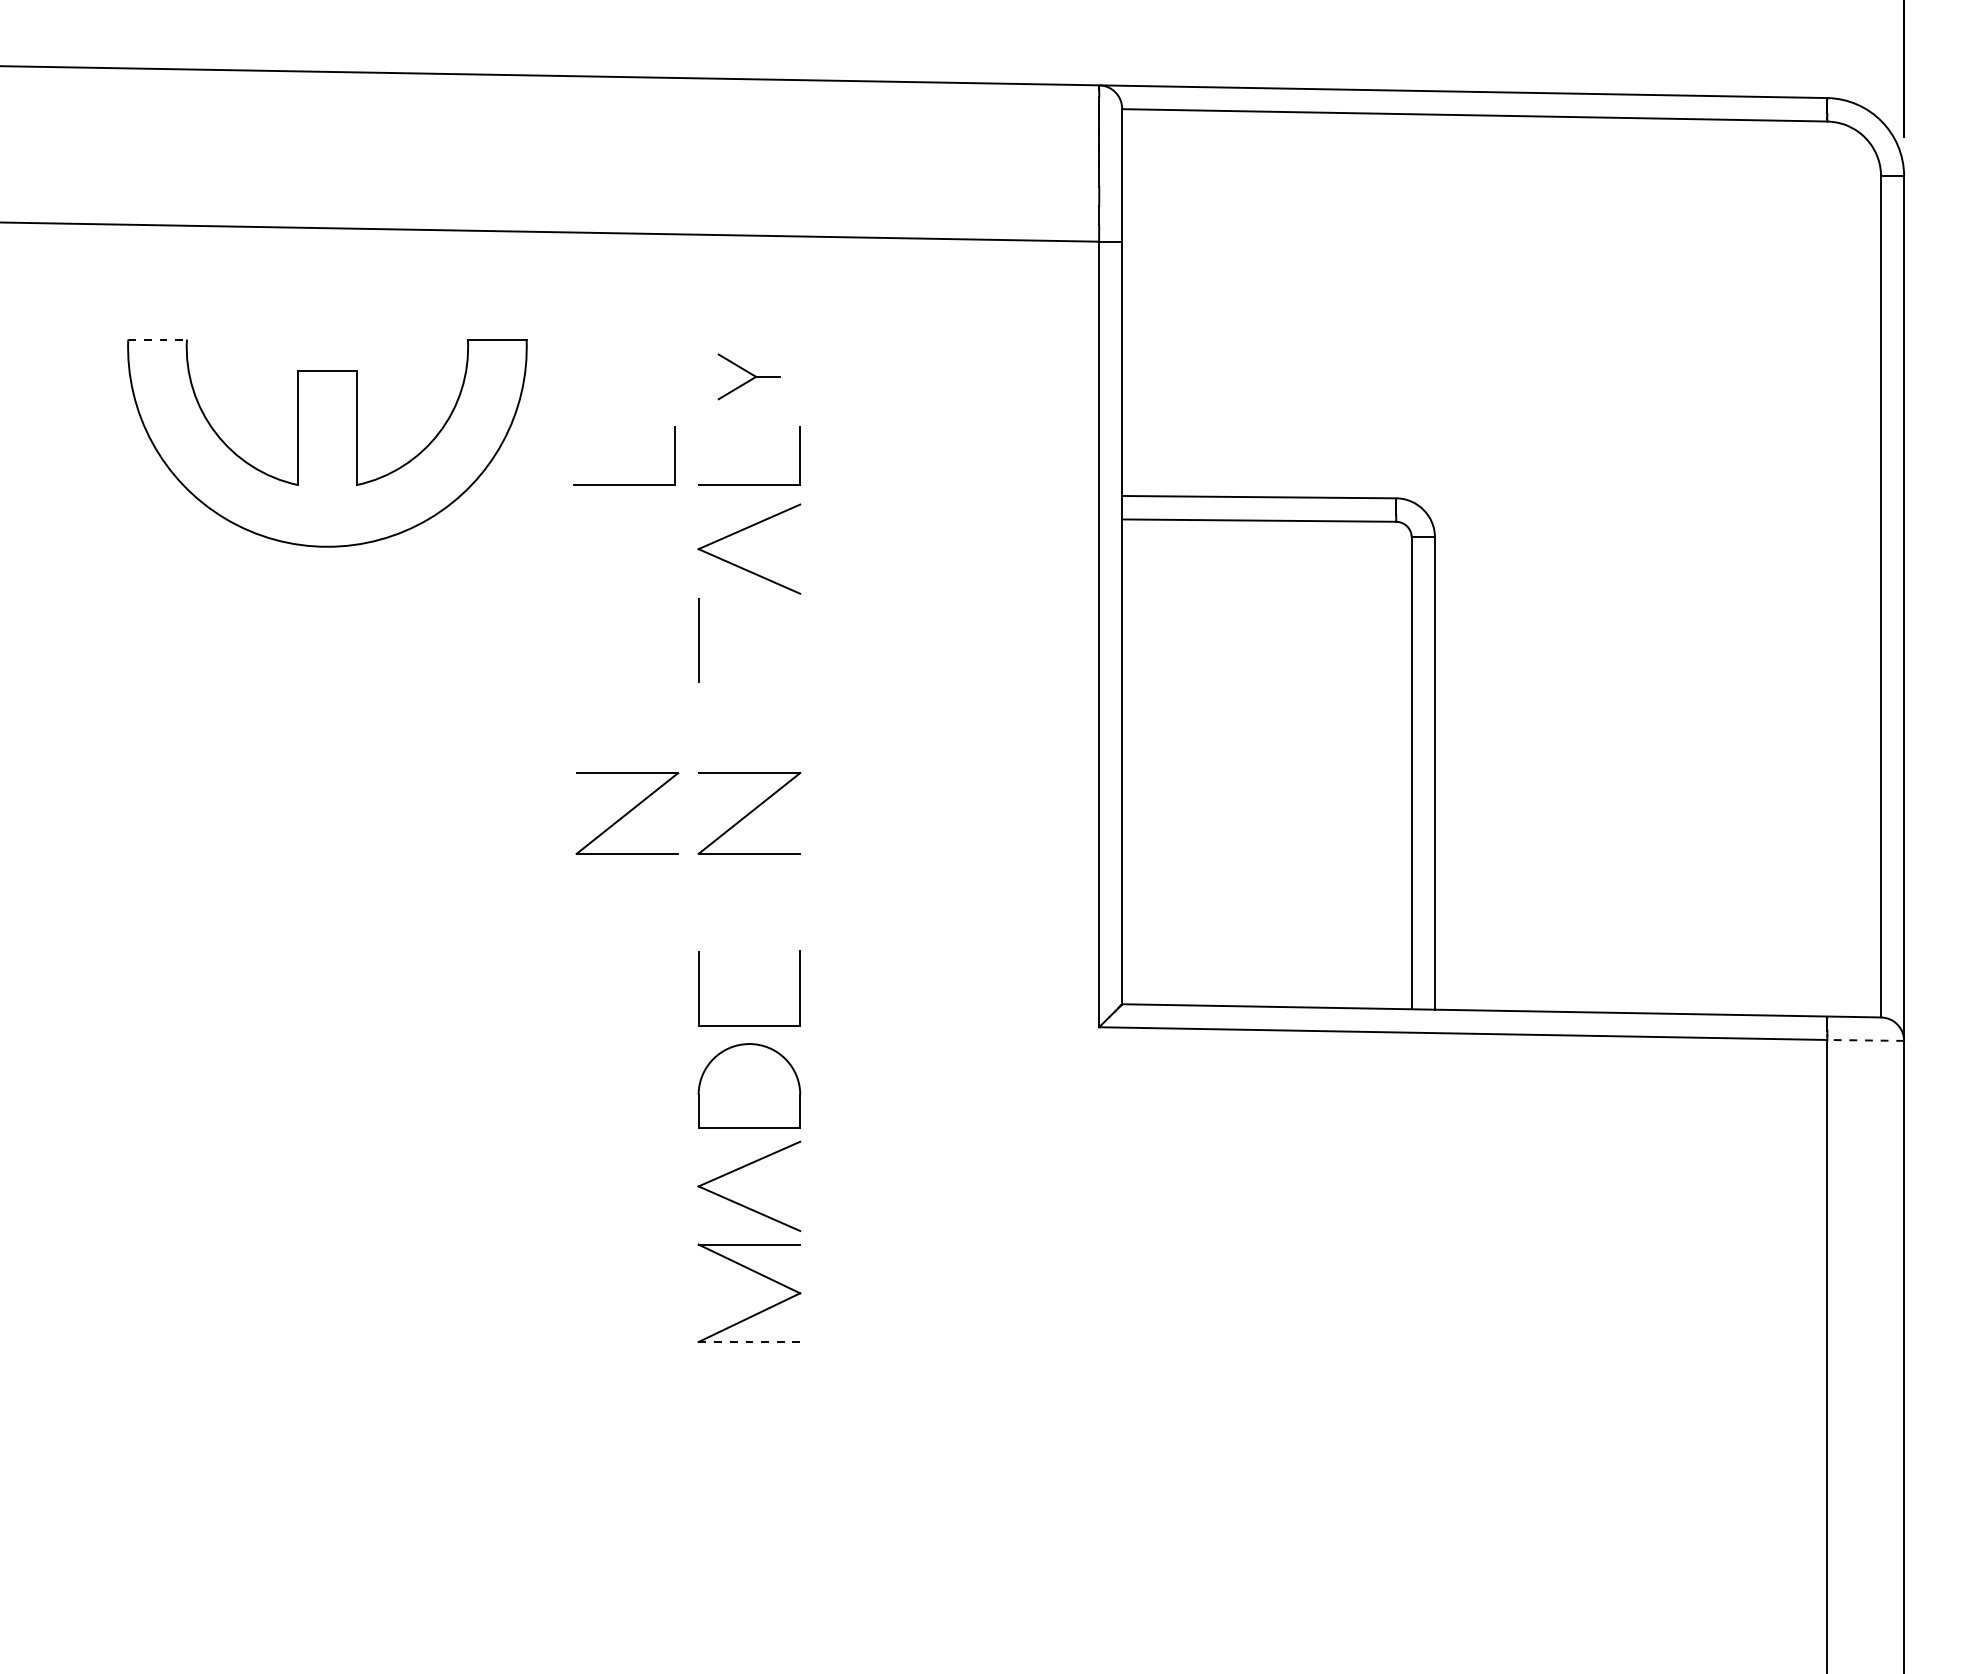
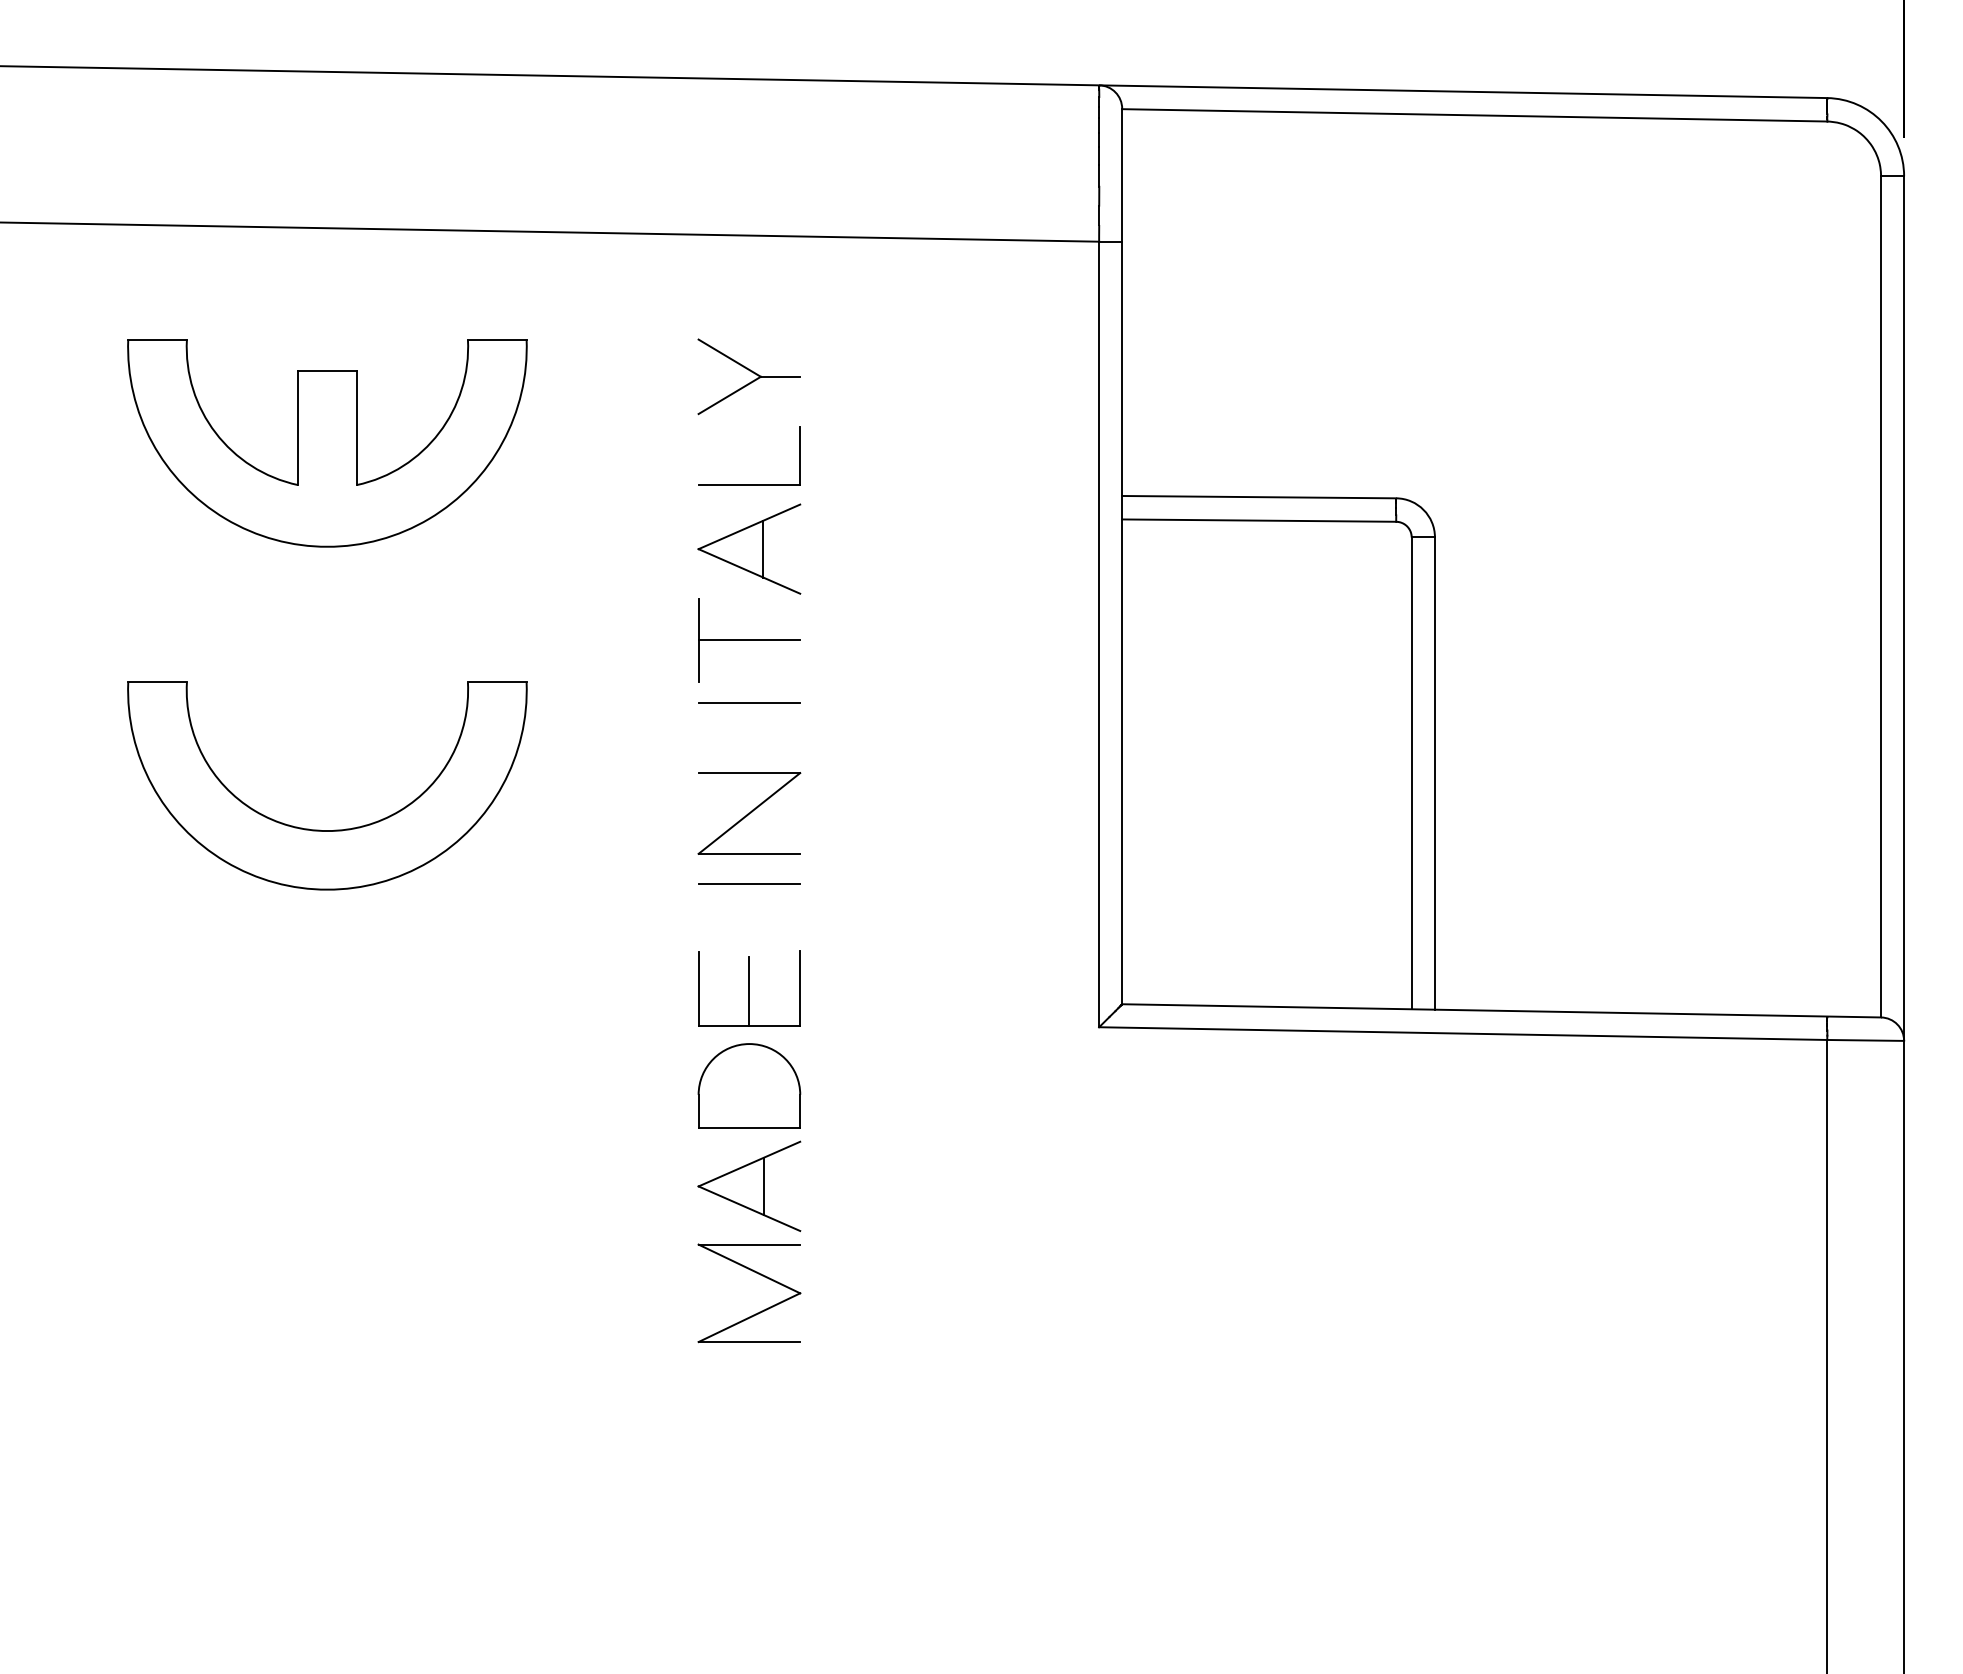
line at (158, 339): dashed -> solid
part at (748, 376) size: 64x48 px -> 104x78 px
part at (624, 484): present -> none
line at (763, 548): none -> present
line at (749, 640): none -> present
line at (749, 703): none -> present
part at (627, 813): present -> none
part at (320, 829): none -> present
line at (749, 883): none -> present
line at (749, 990): none -> present
line at (1865, 1040): dashed -> solid
line at (763, 1186): none -> present
line at (749, 1342): dashed -> solid
